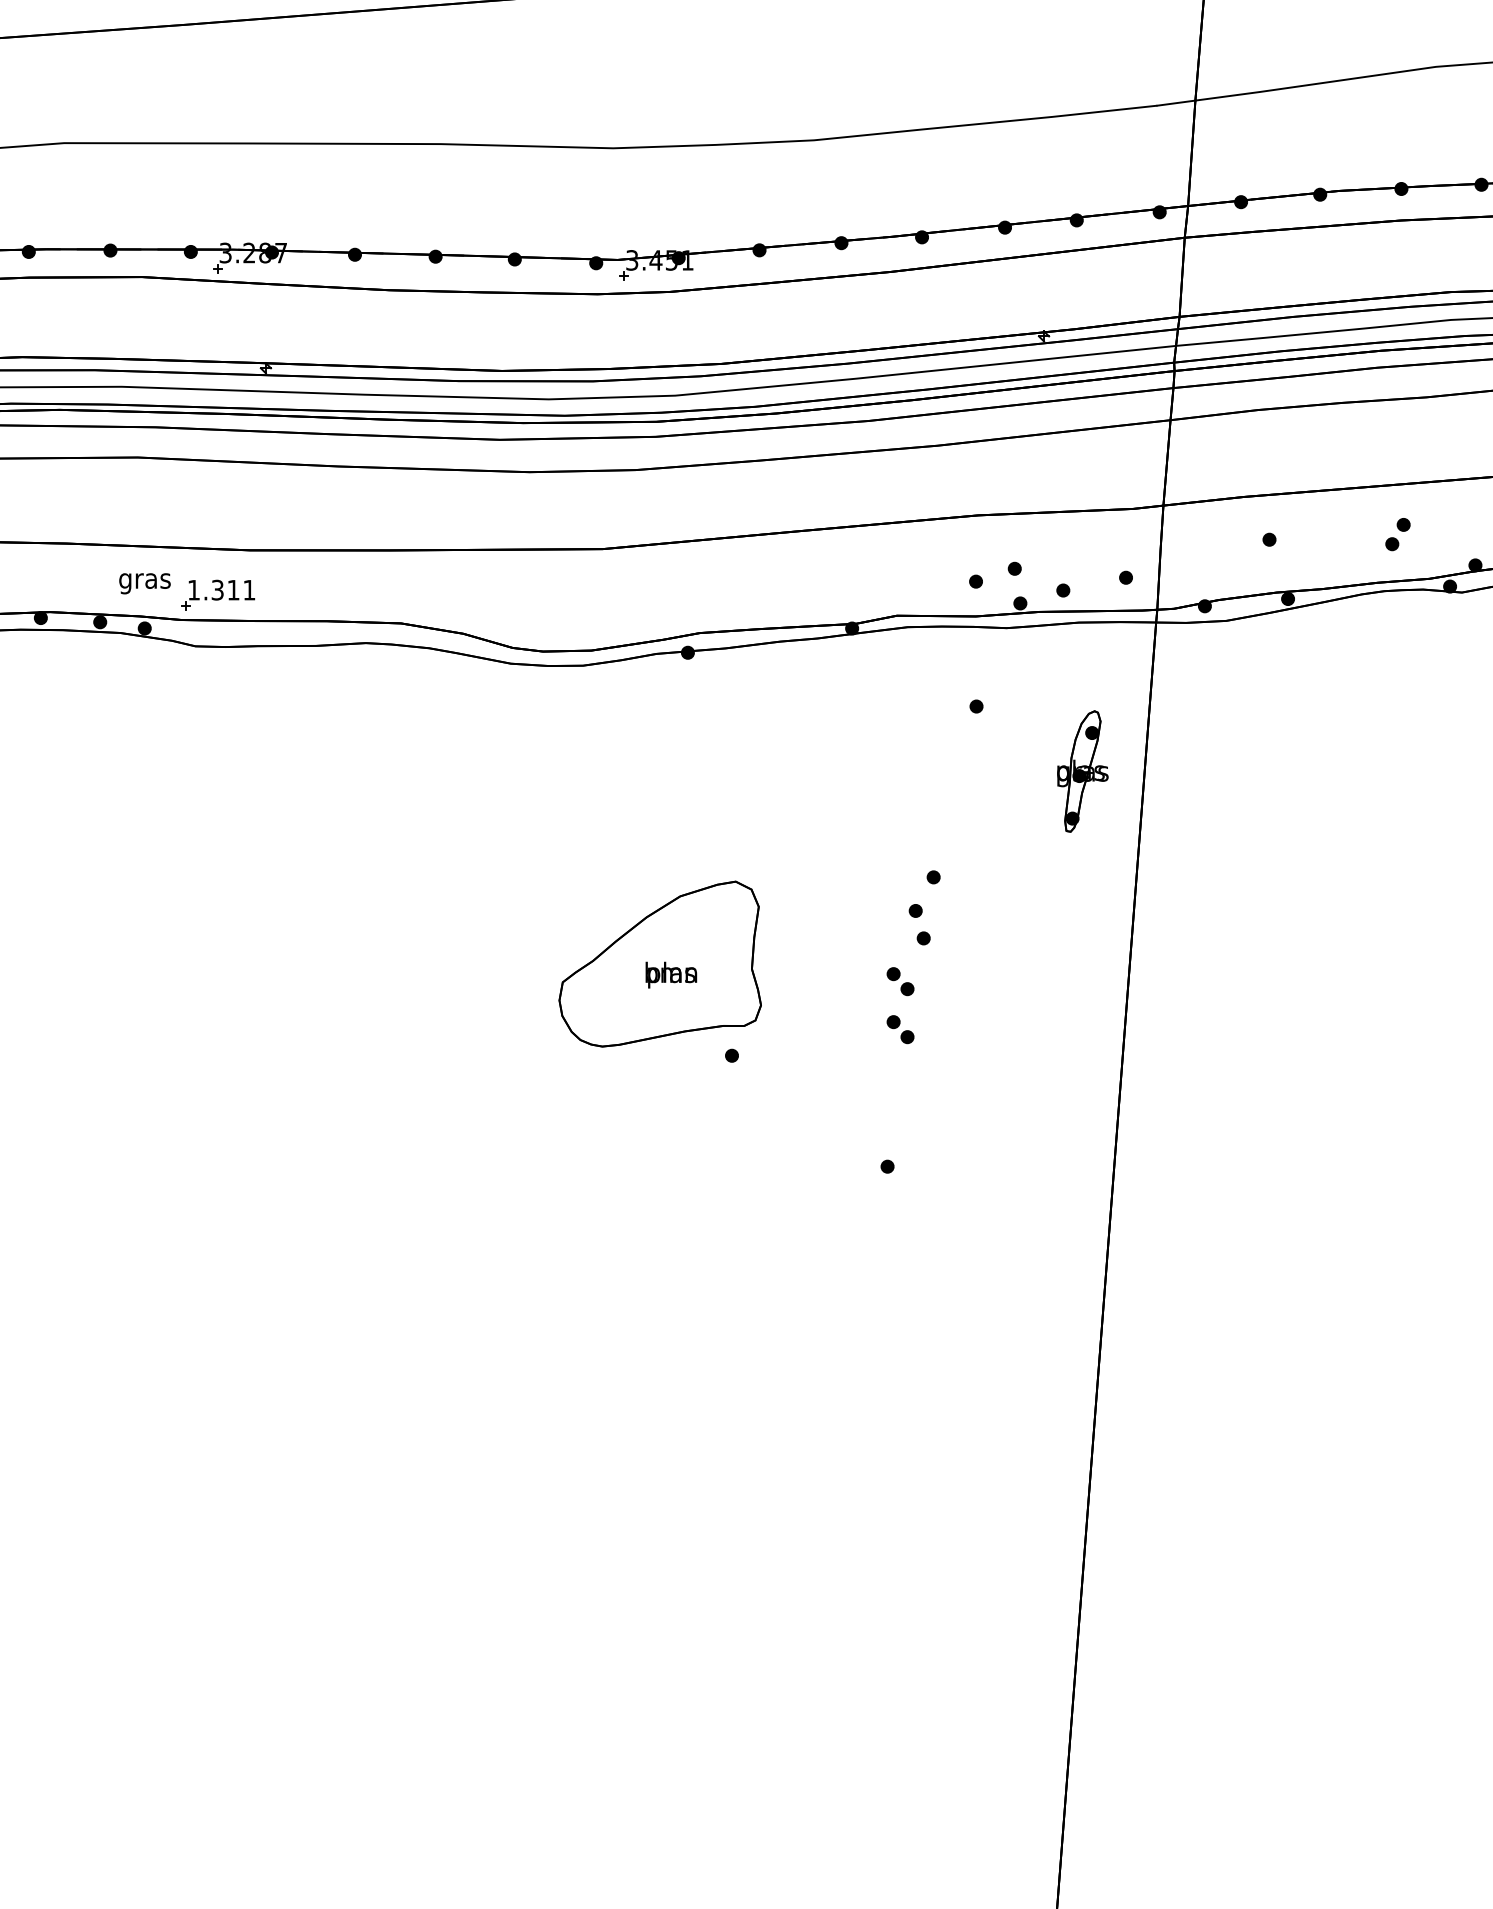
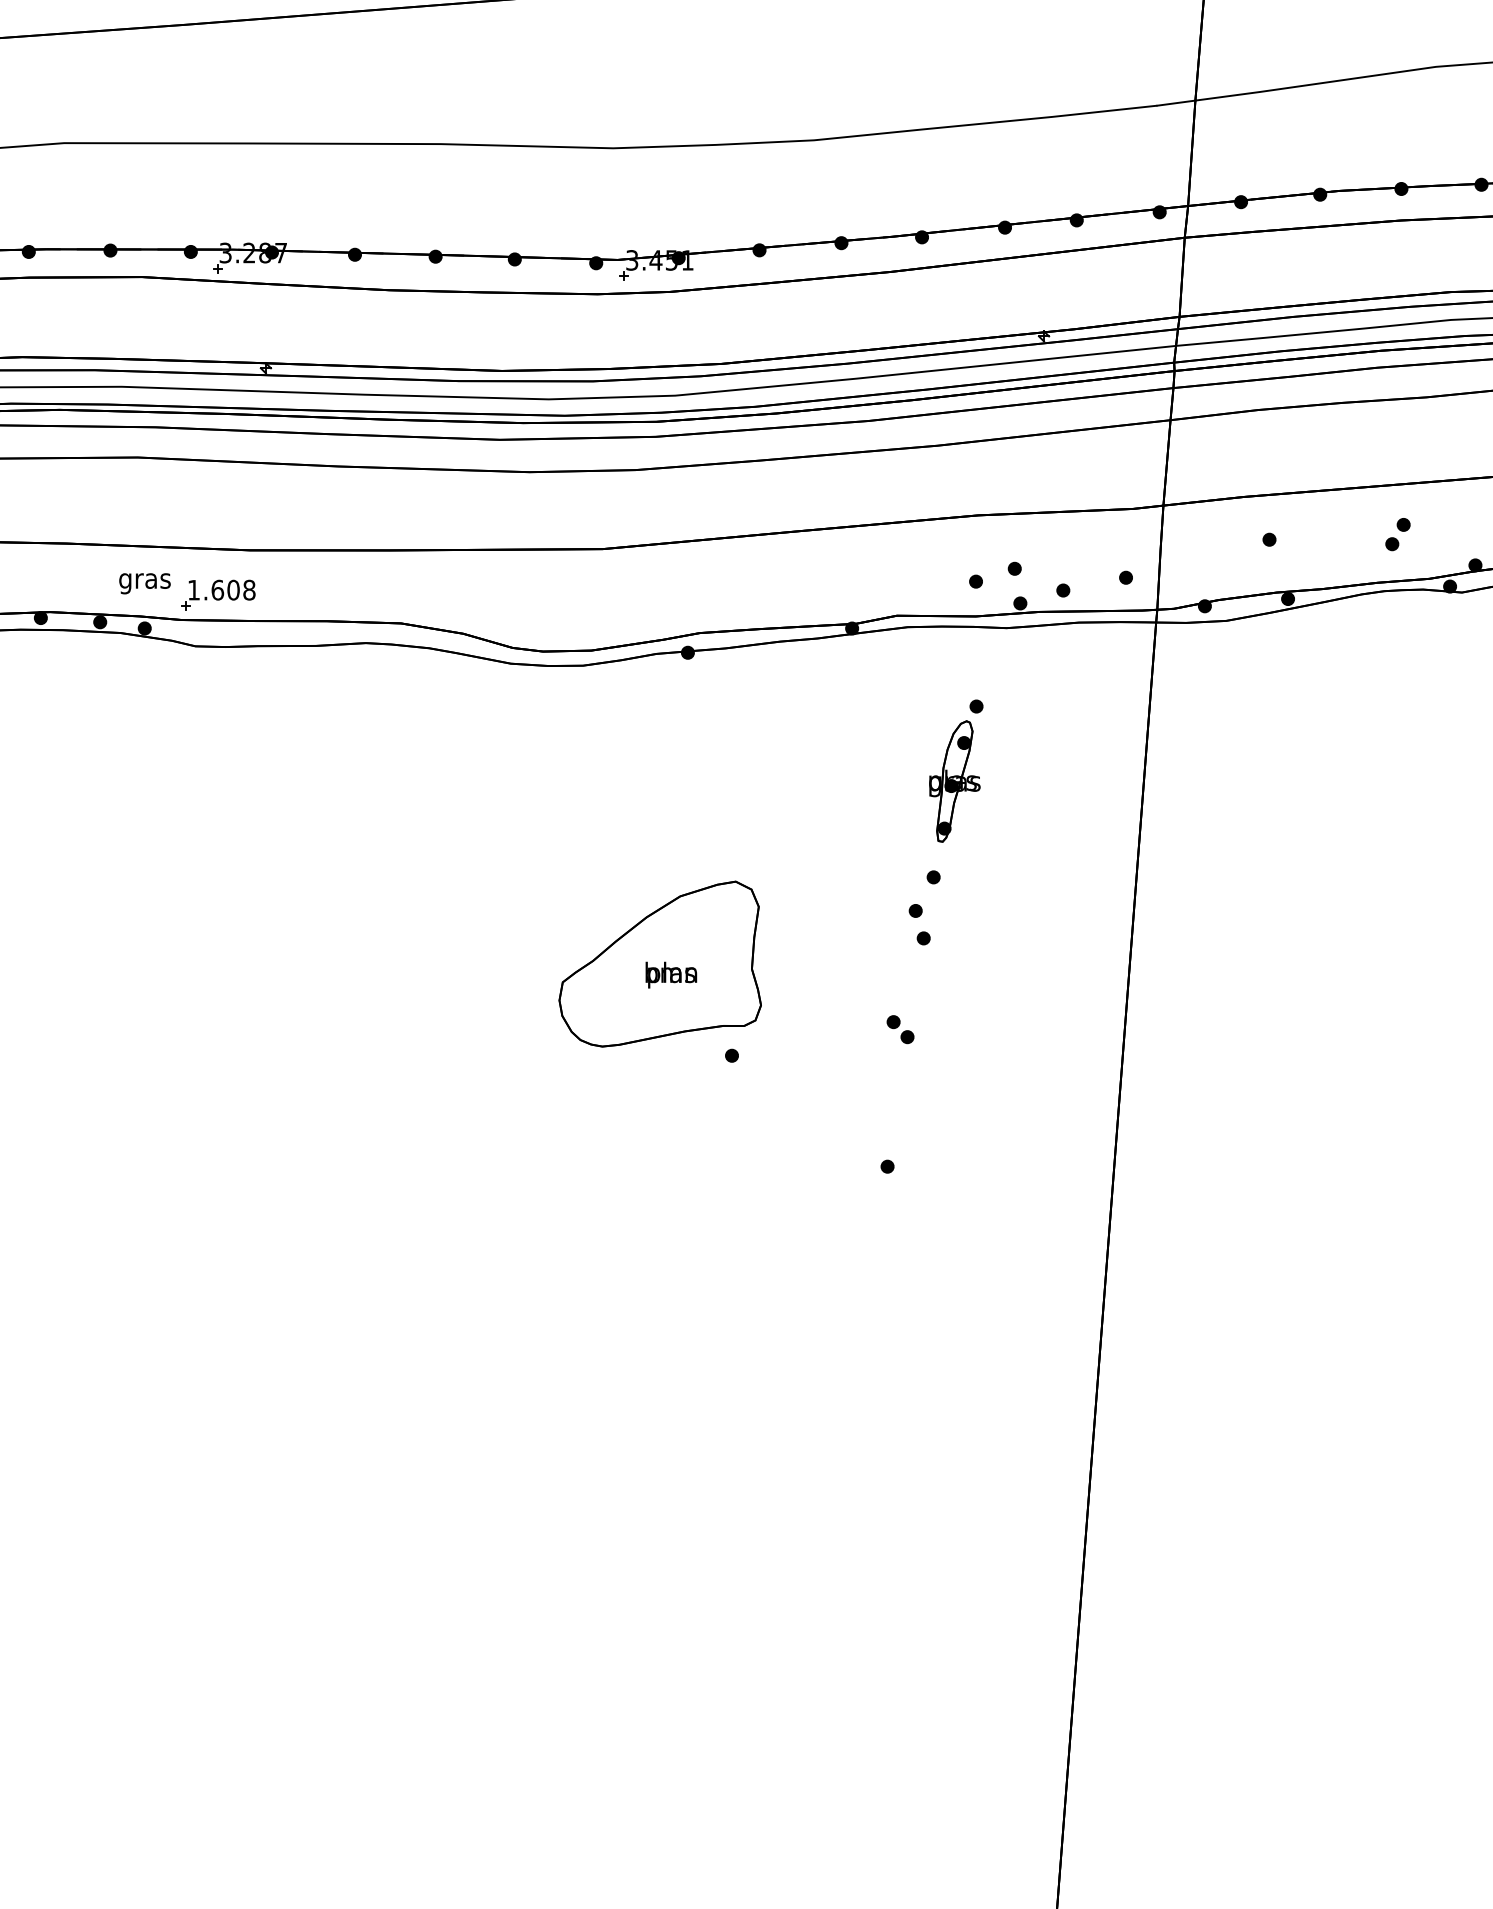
text at (233, 589): 1.311 -> 1.608
part at (1082, 771) position: (1082, 771) -> (954, 781)
part at (900, 981): present -> none
